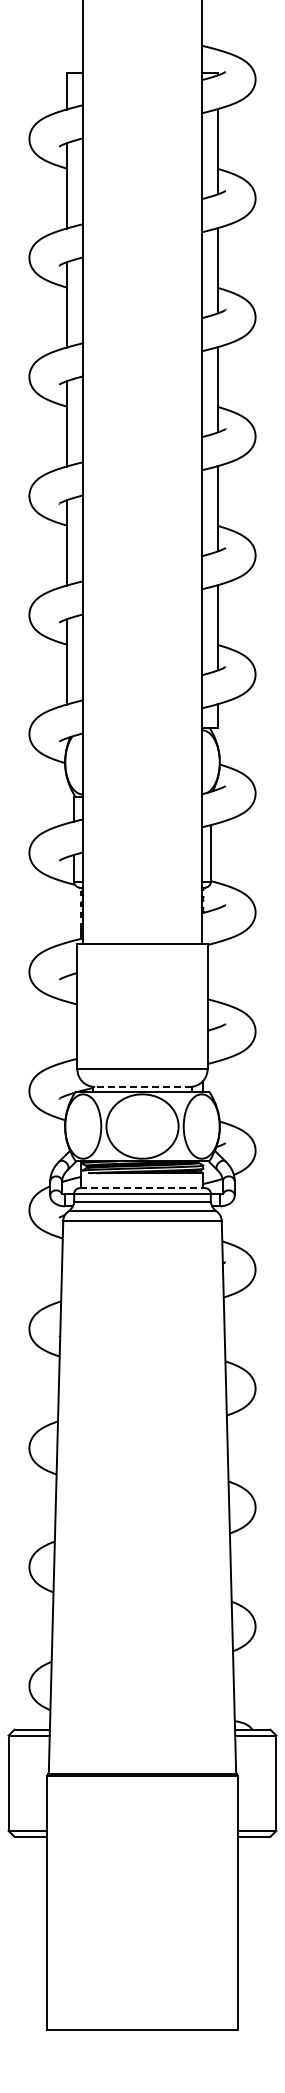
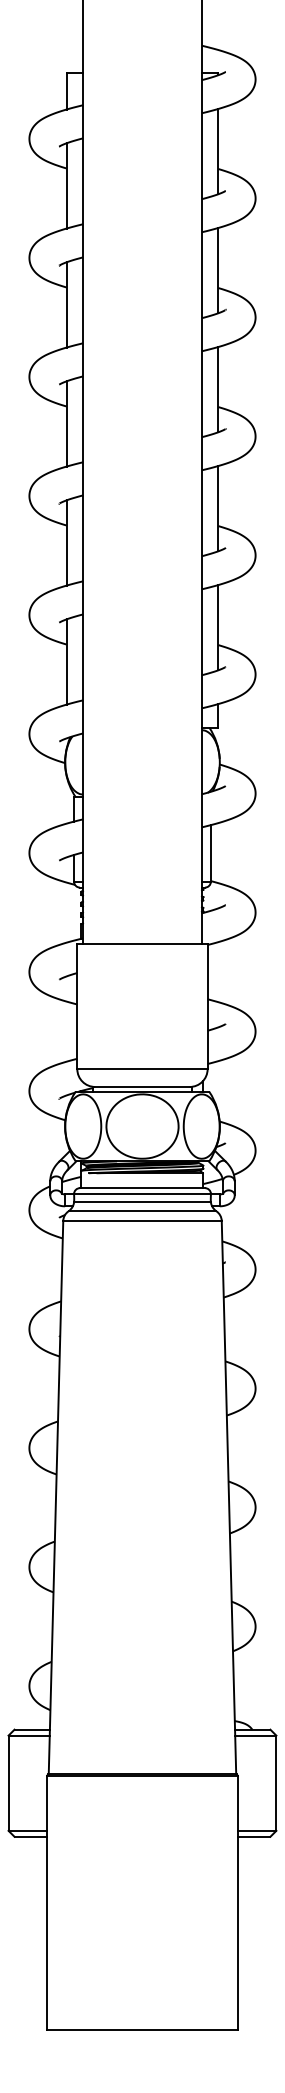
line at (141, 1086): dashed -> solid
line at (142, 1188): dashed -> solid
